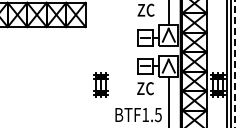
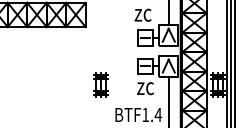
text at (145, 9) position: (145, 9) -> (142, 14)
line at (235, 64): dashed -> solid
text at (158, 115): BTF1.5 -> BTF1.4
